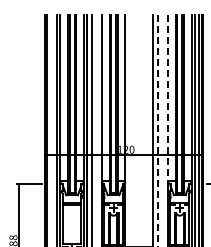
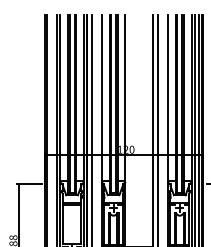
line at (167, 99): dashed -> solid
line at (157, 131): dashed -> solid
